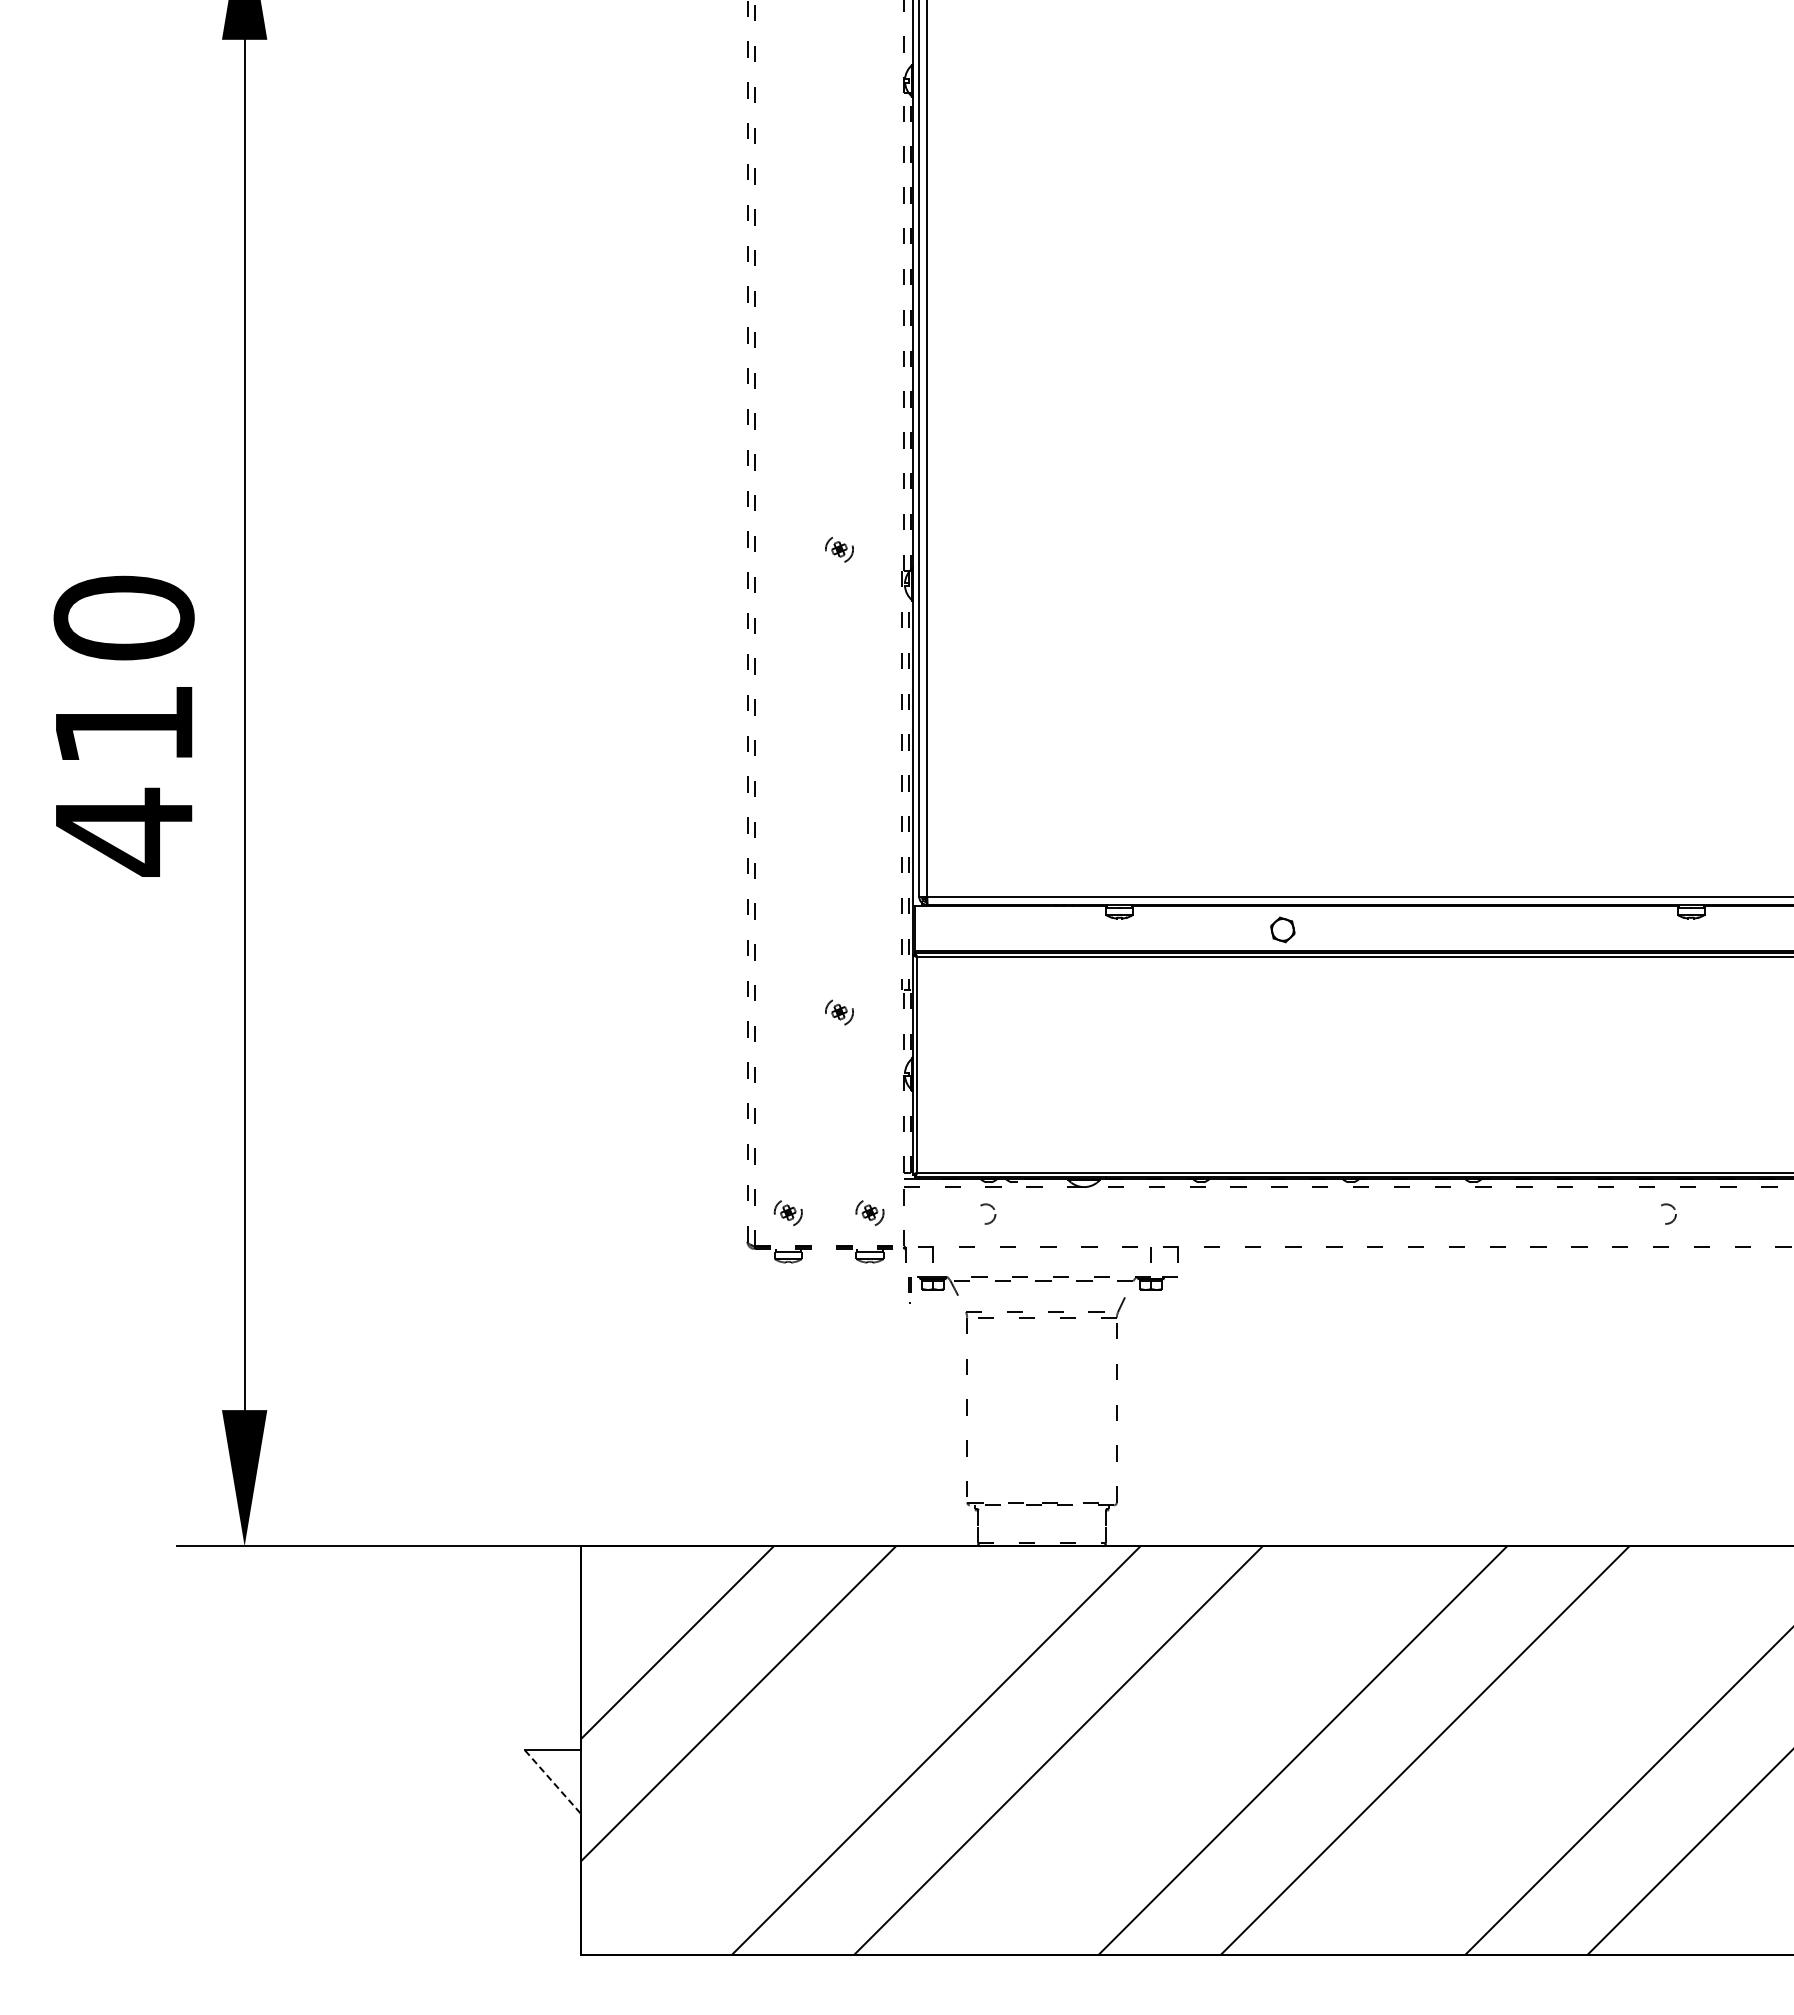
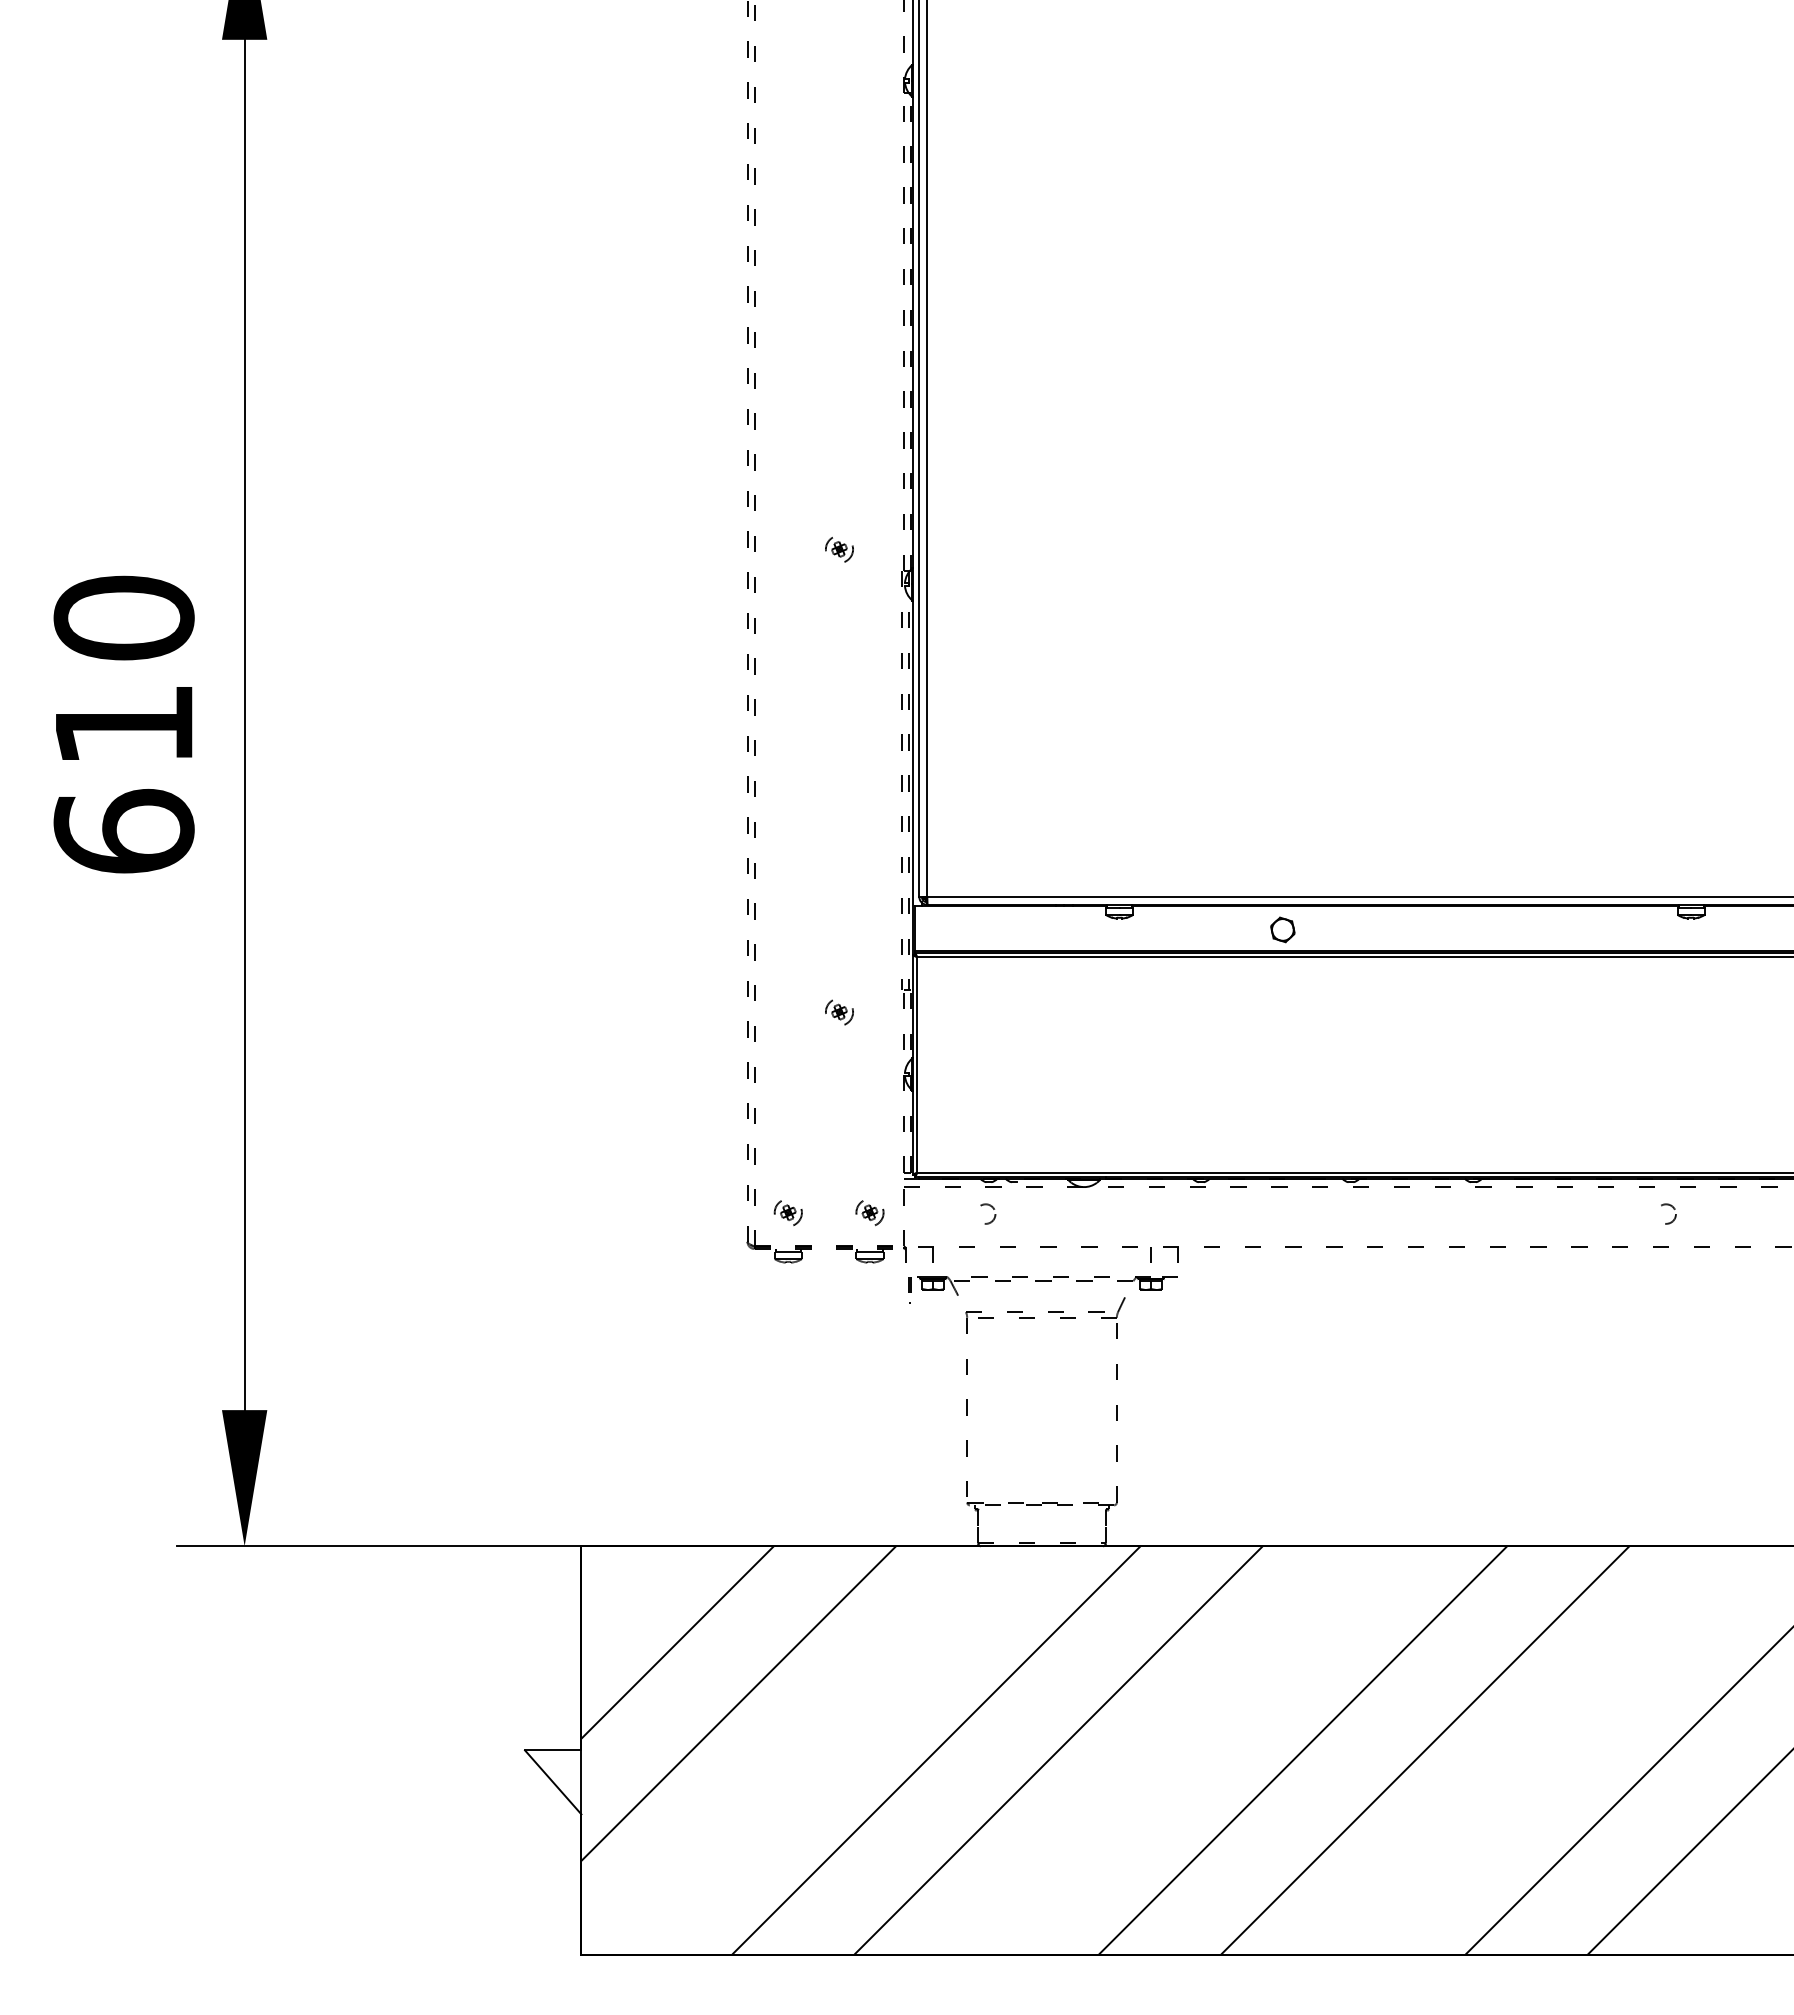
text at (123, 831): 410 -> 610
line at (553, 1782): dashed -> solid
